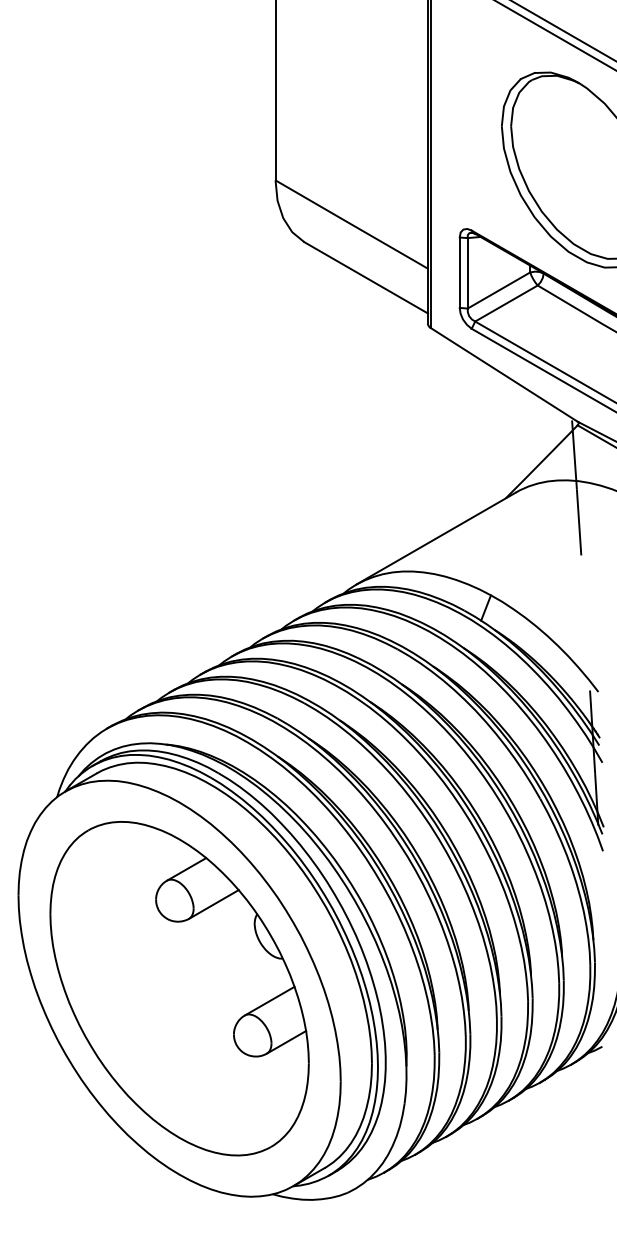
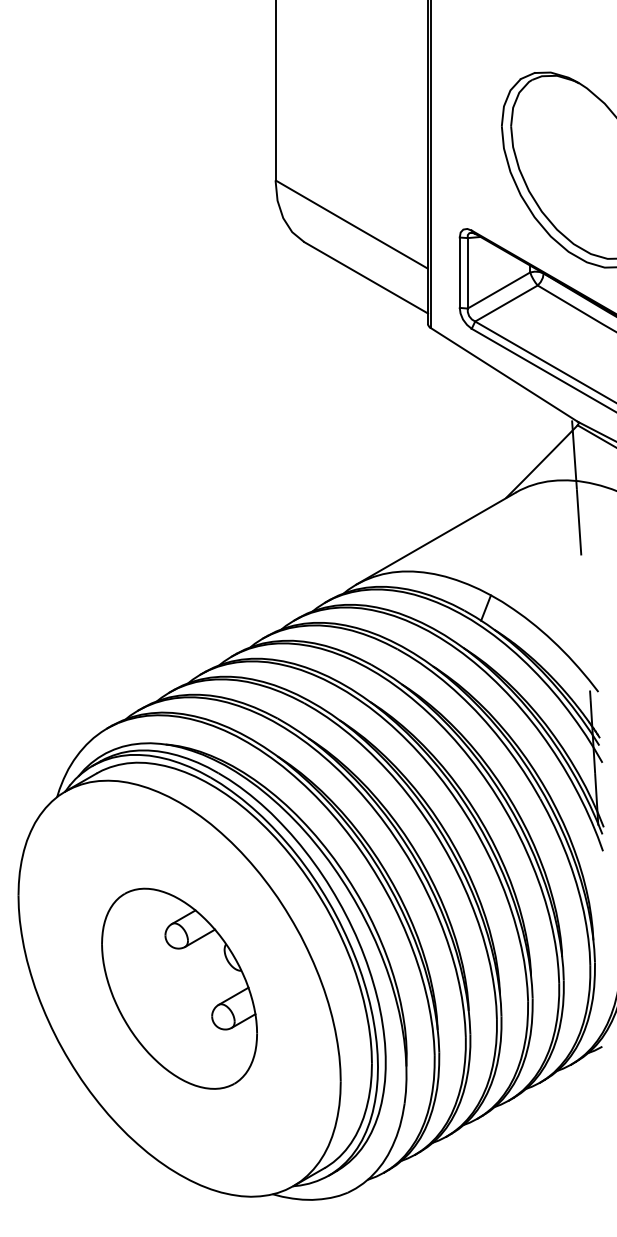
line at (563, 30): present -> none
line at (555, 35): present -> none
part at (179, 988) size: 261x336 px -> 157x203 px
